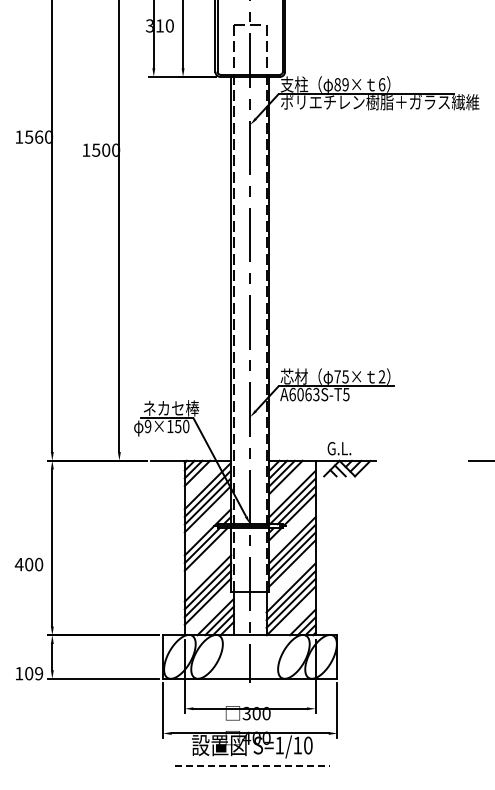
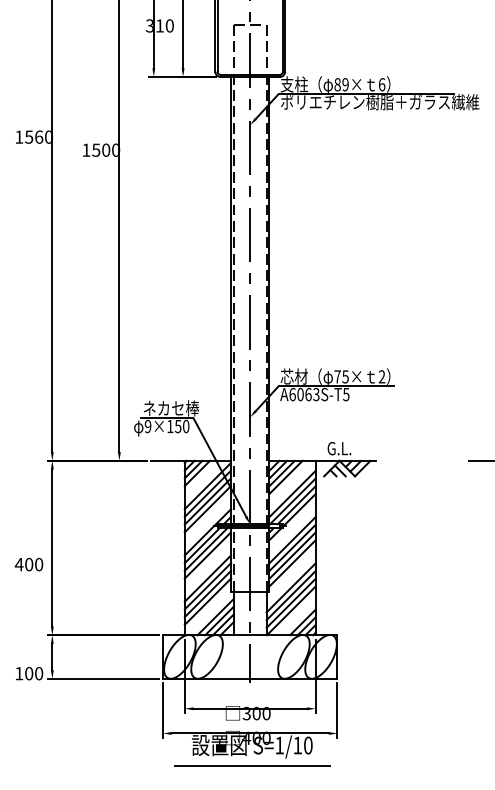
line at (207, 555): none -> present
text at (39, 673): 109 -> 100
line at (252, 766): dashed -> solid
